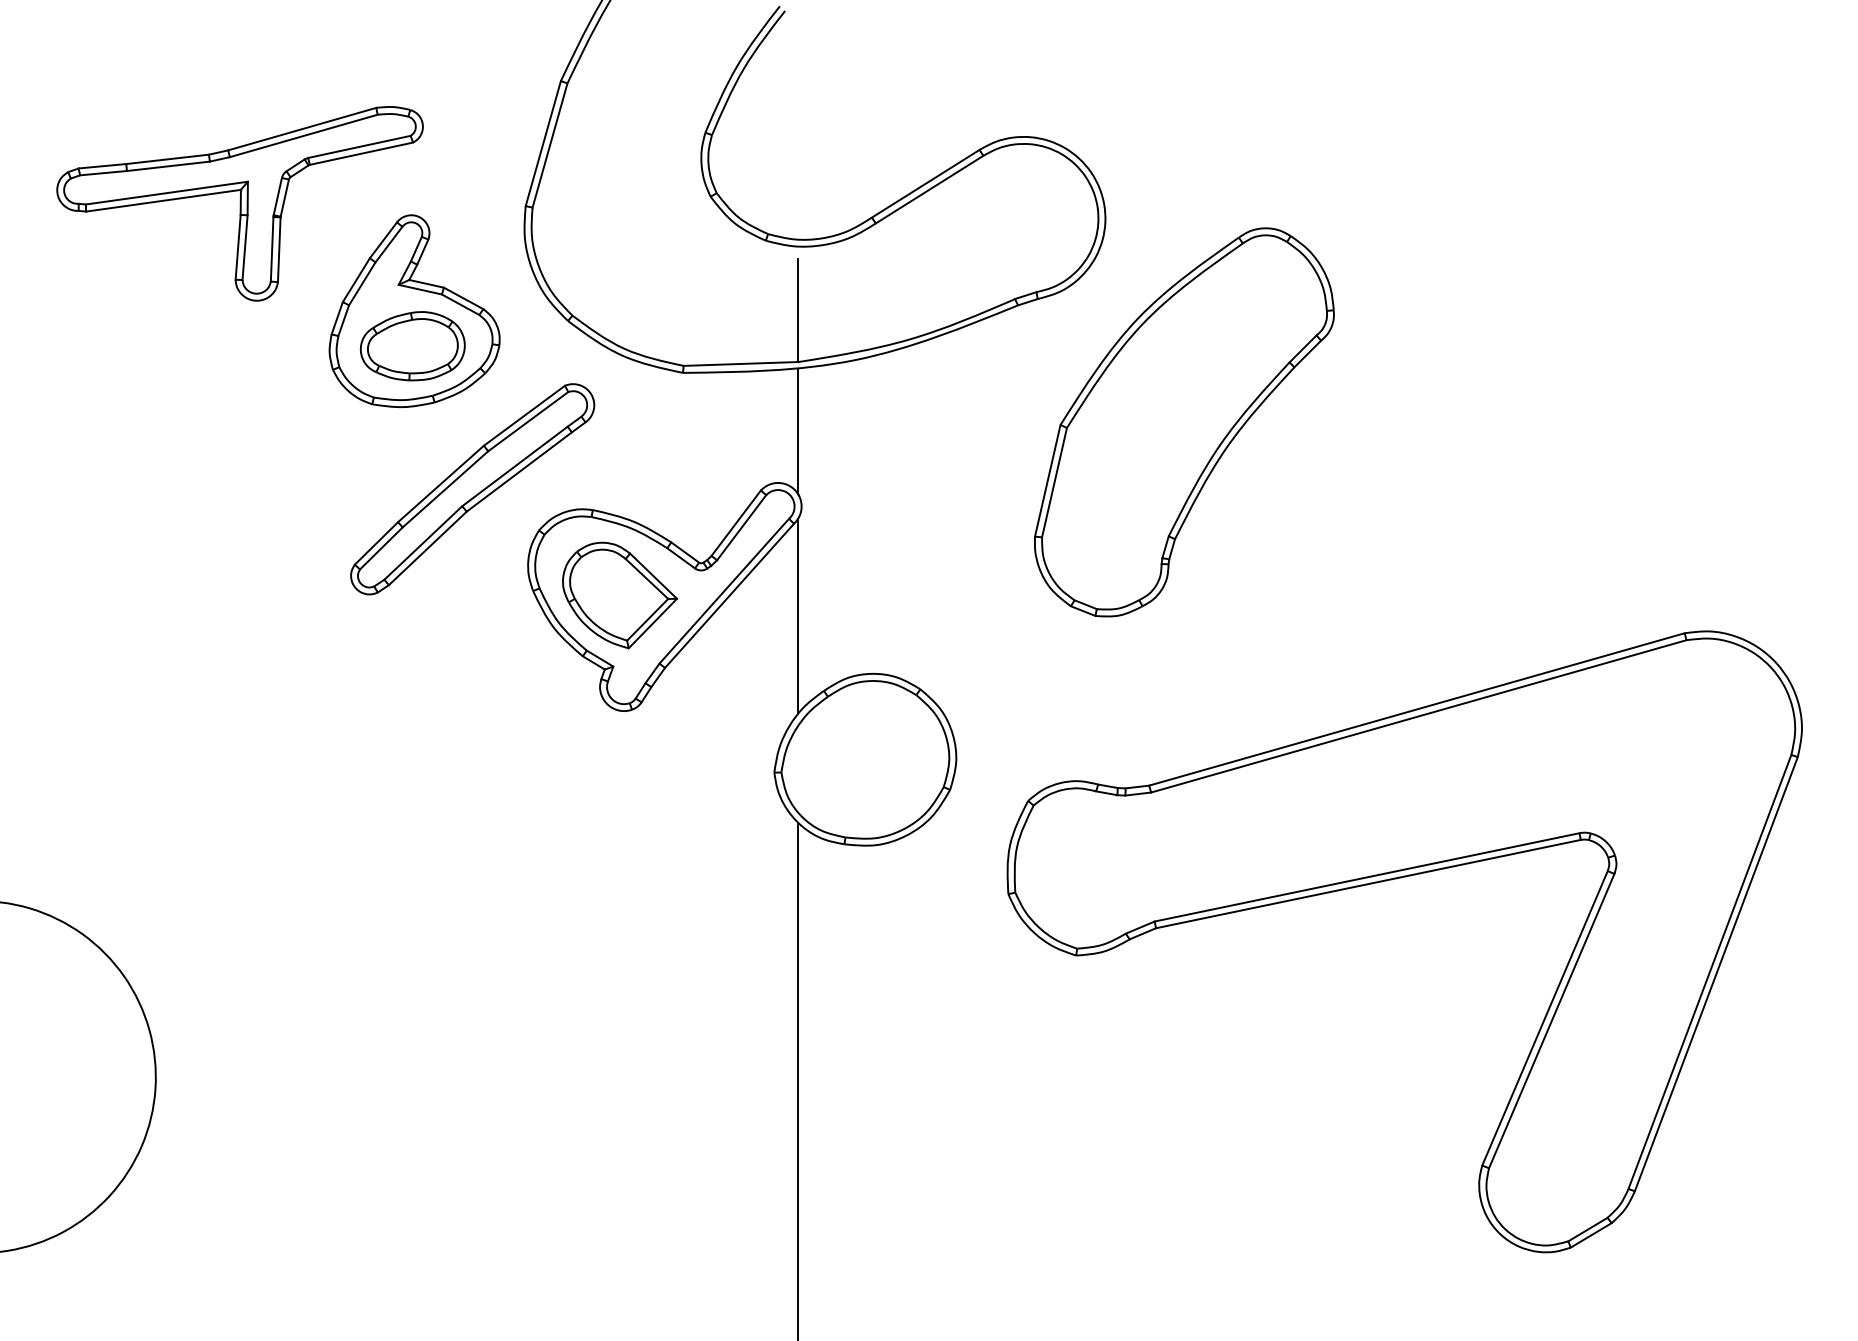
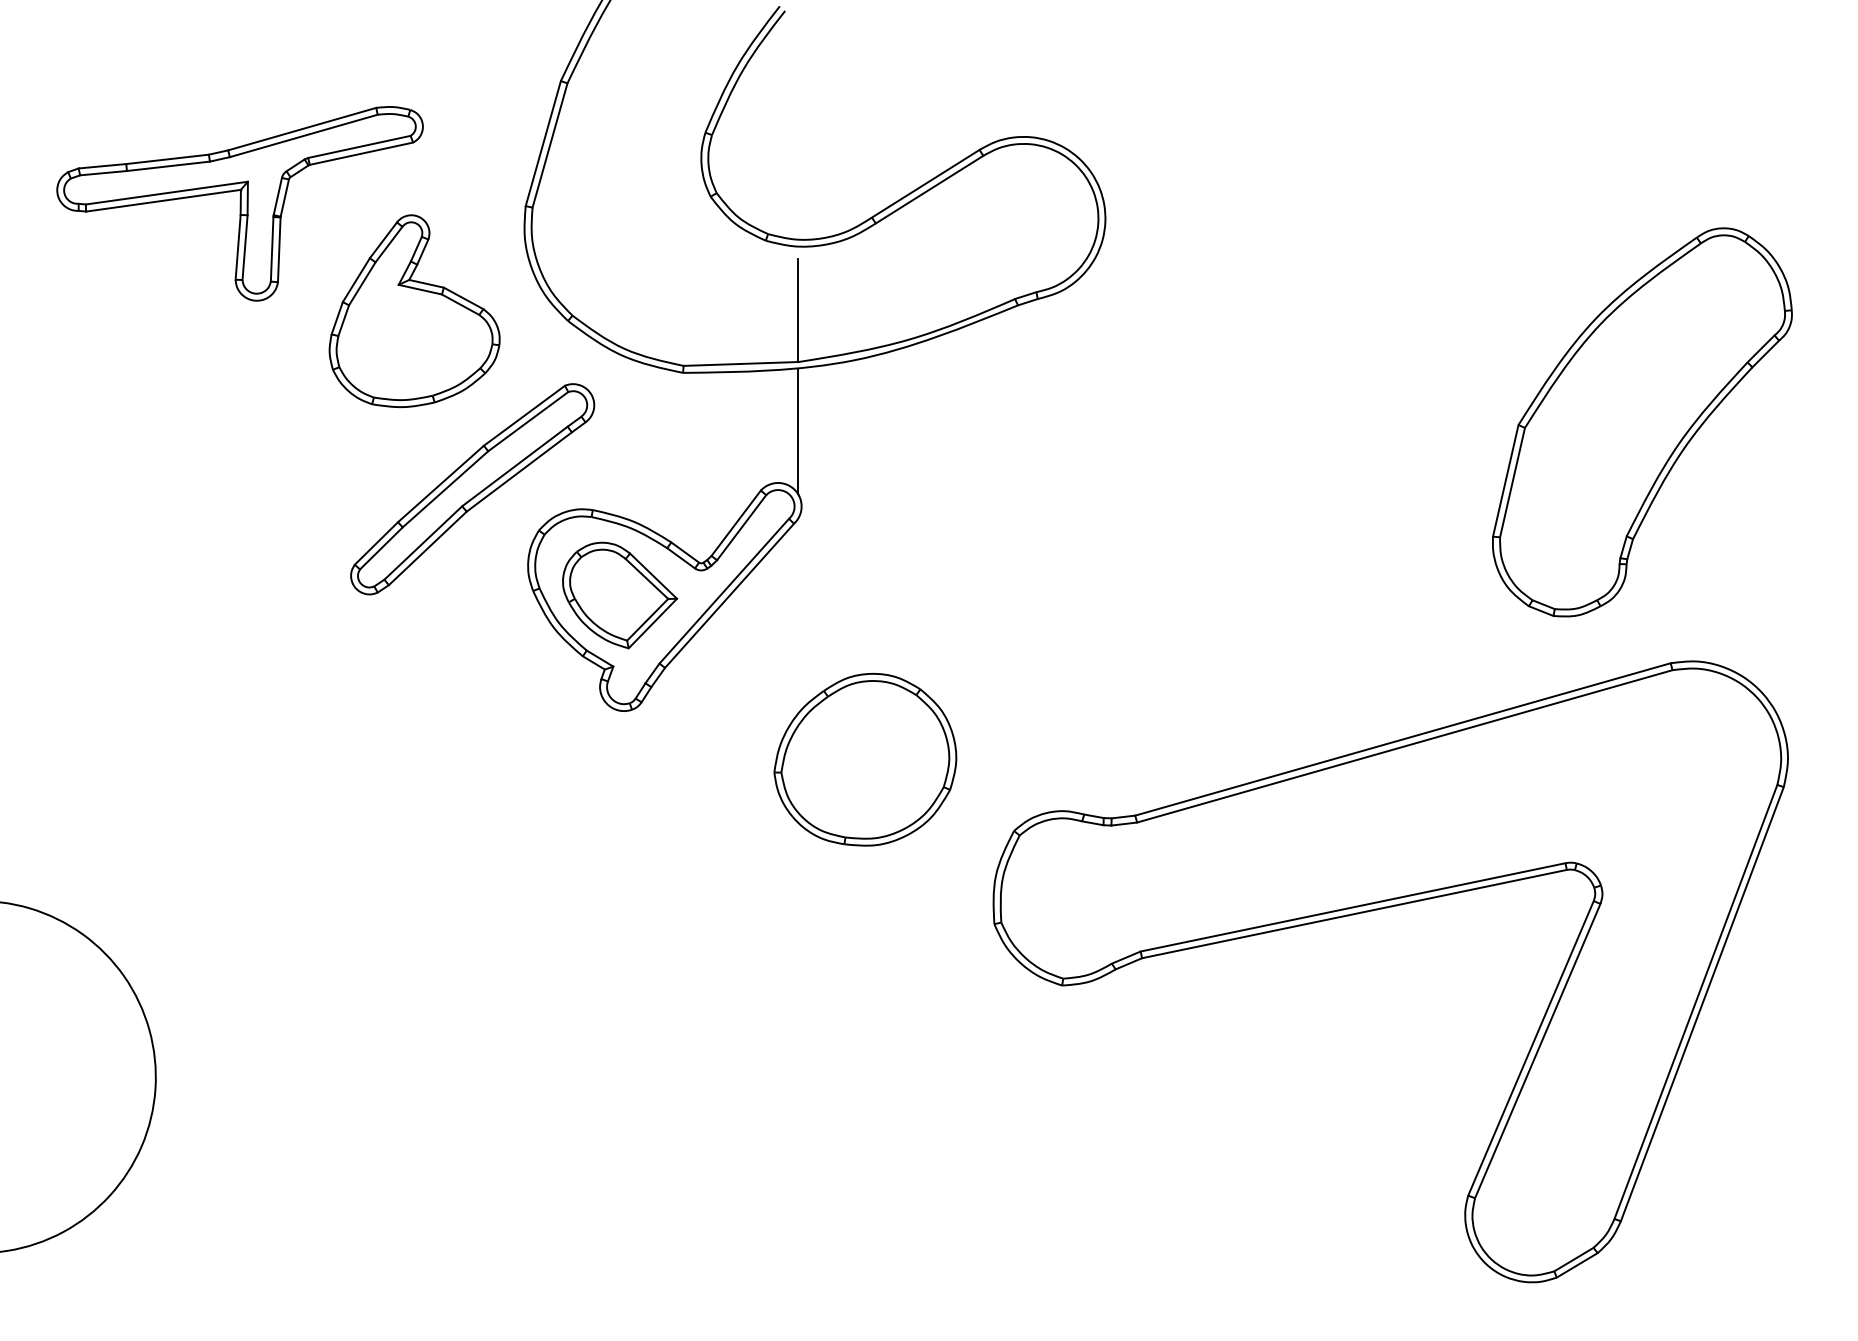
part at (412, 346): present -> none
part at (1184, 422) position: (1184, 422) -> (1642, 422)
line at (798, 615): present -> none
part at (1391, 880) position: (1391, 880) -> (1377, 910)
line at (798, 1079): present -> none
